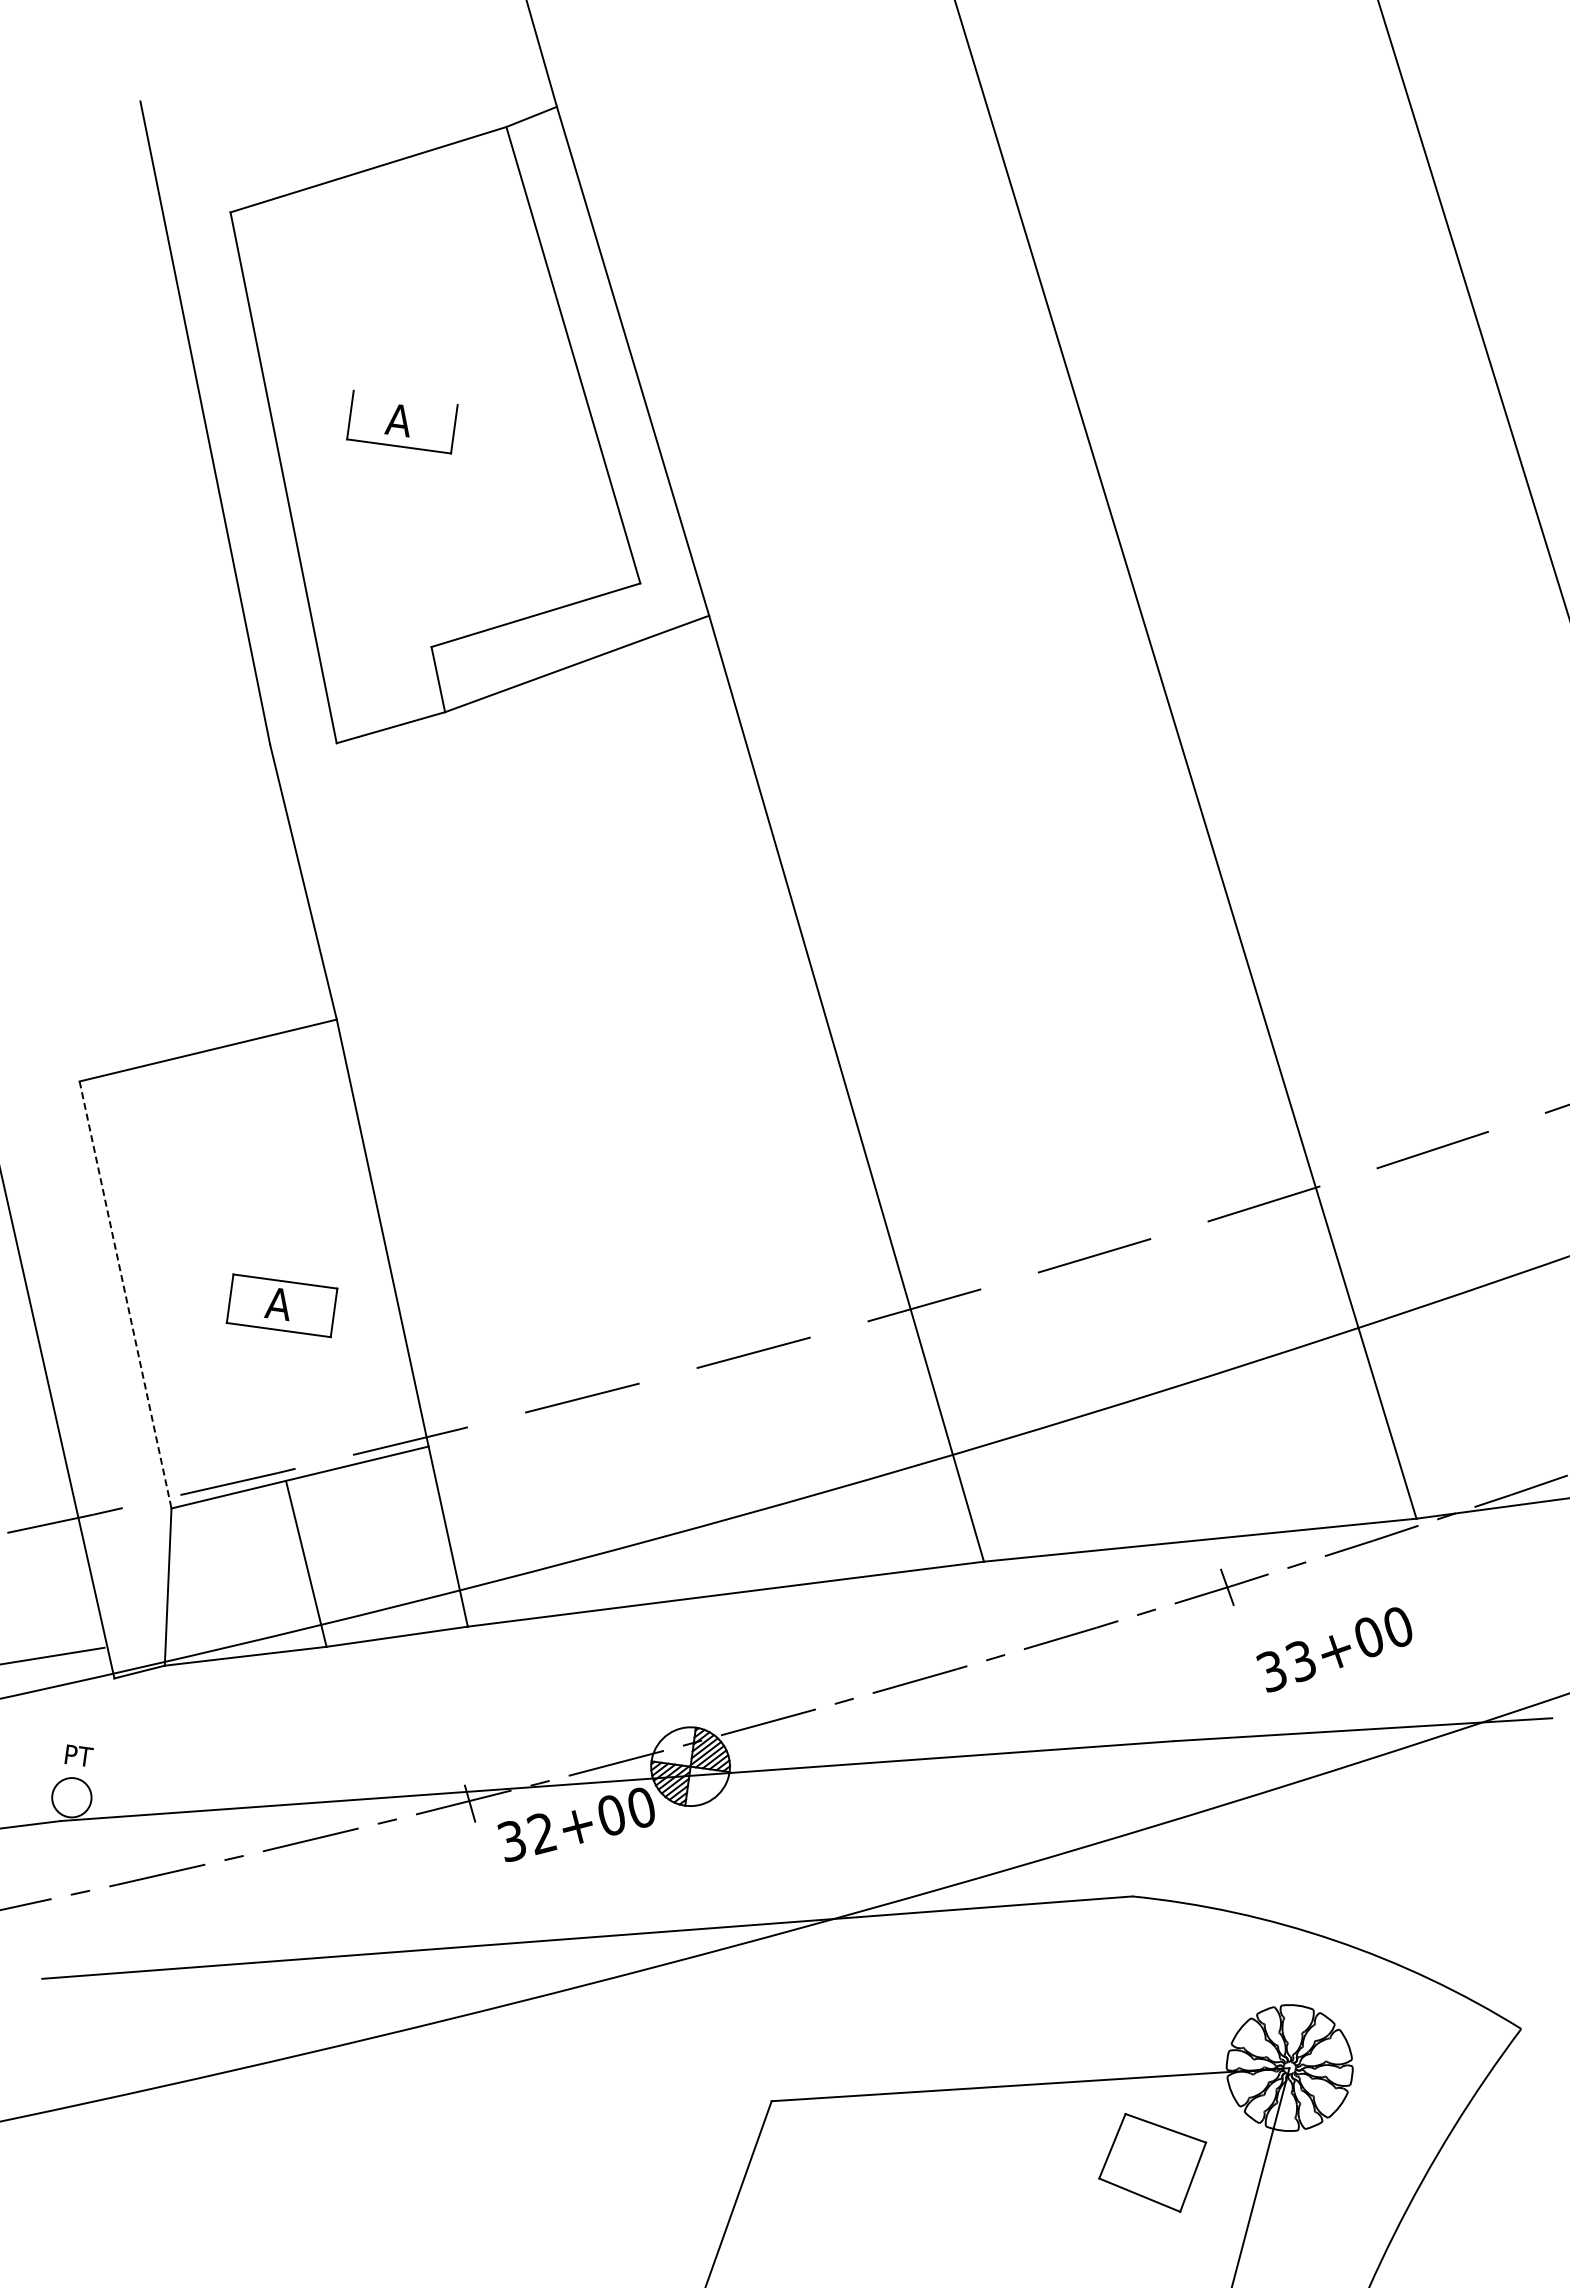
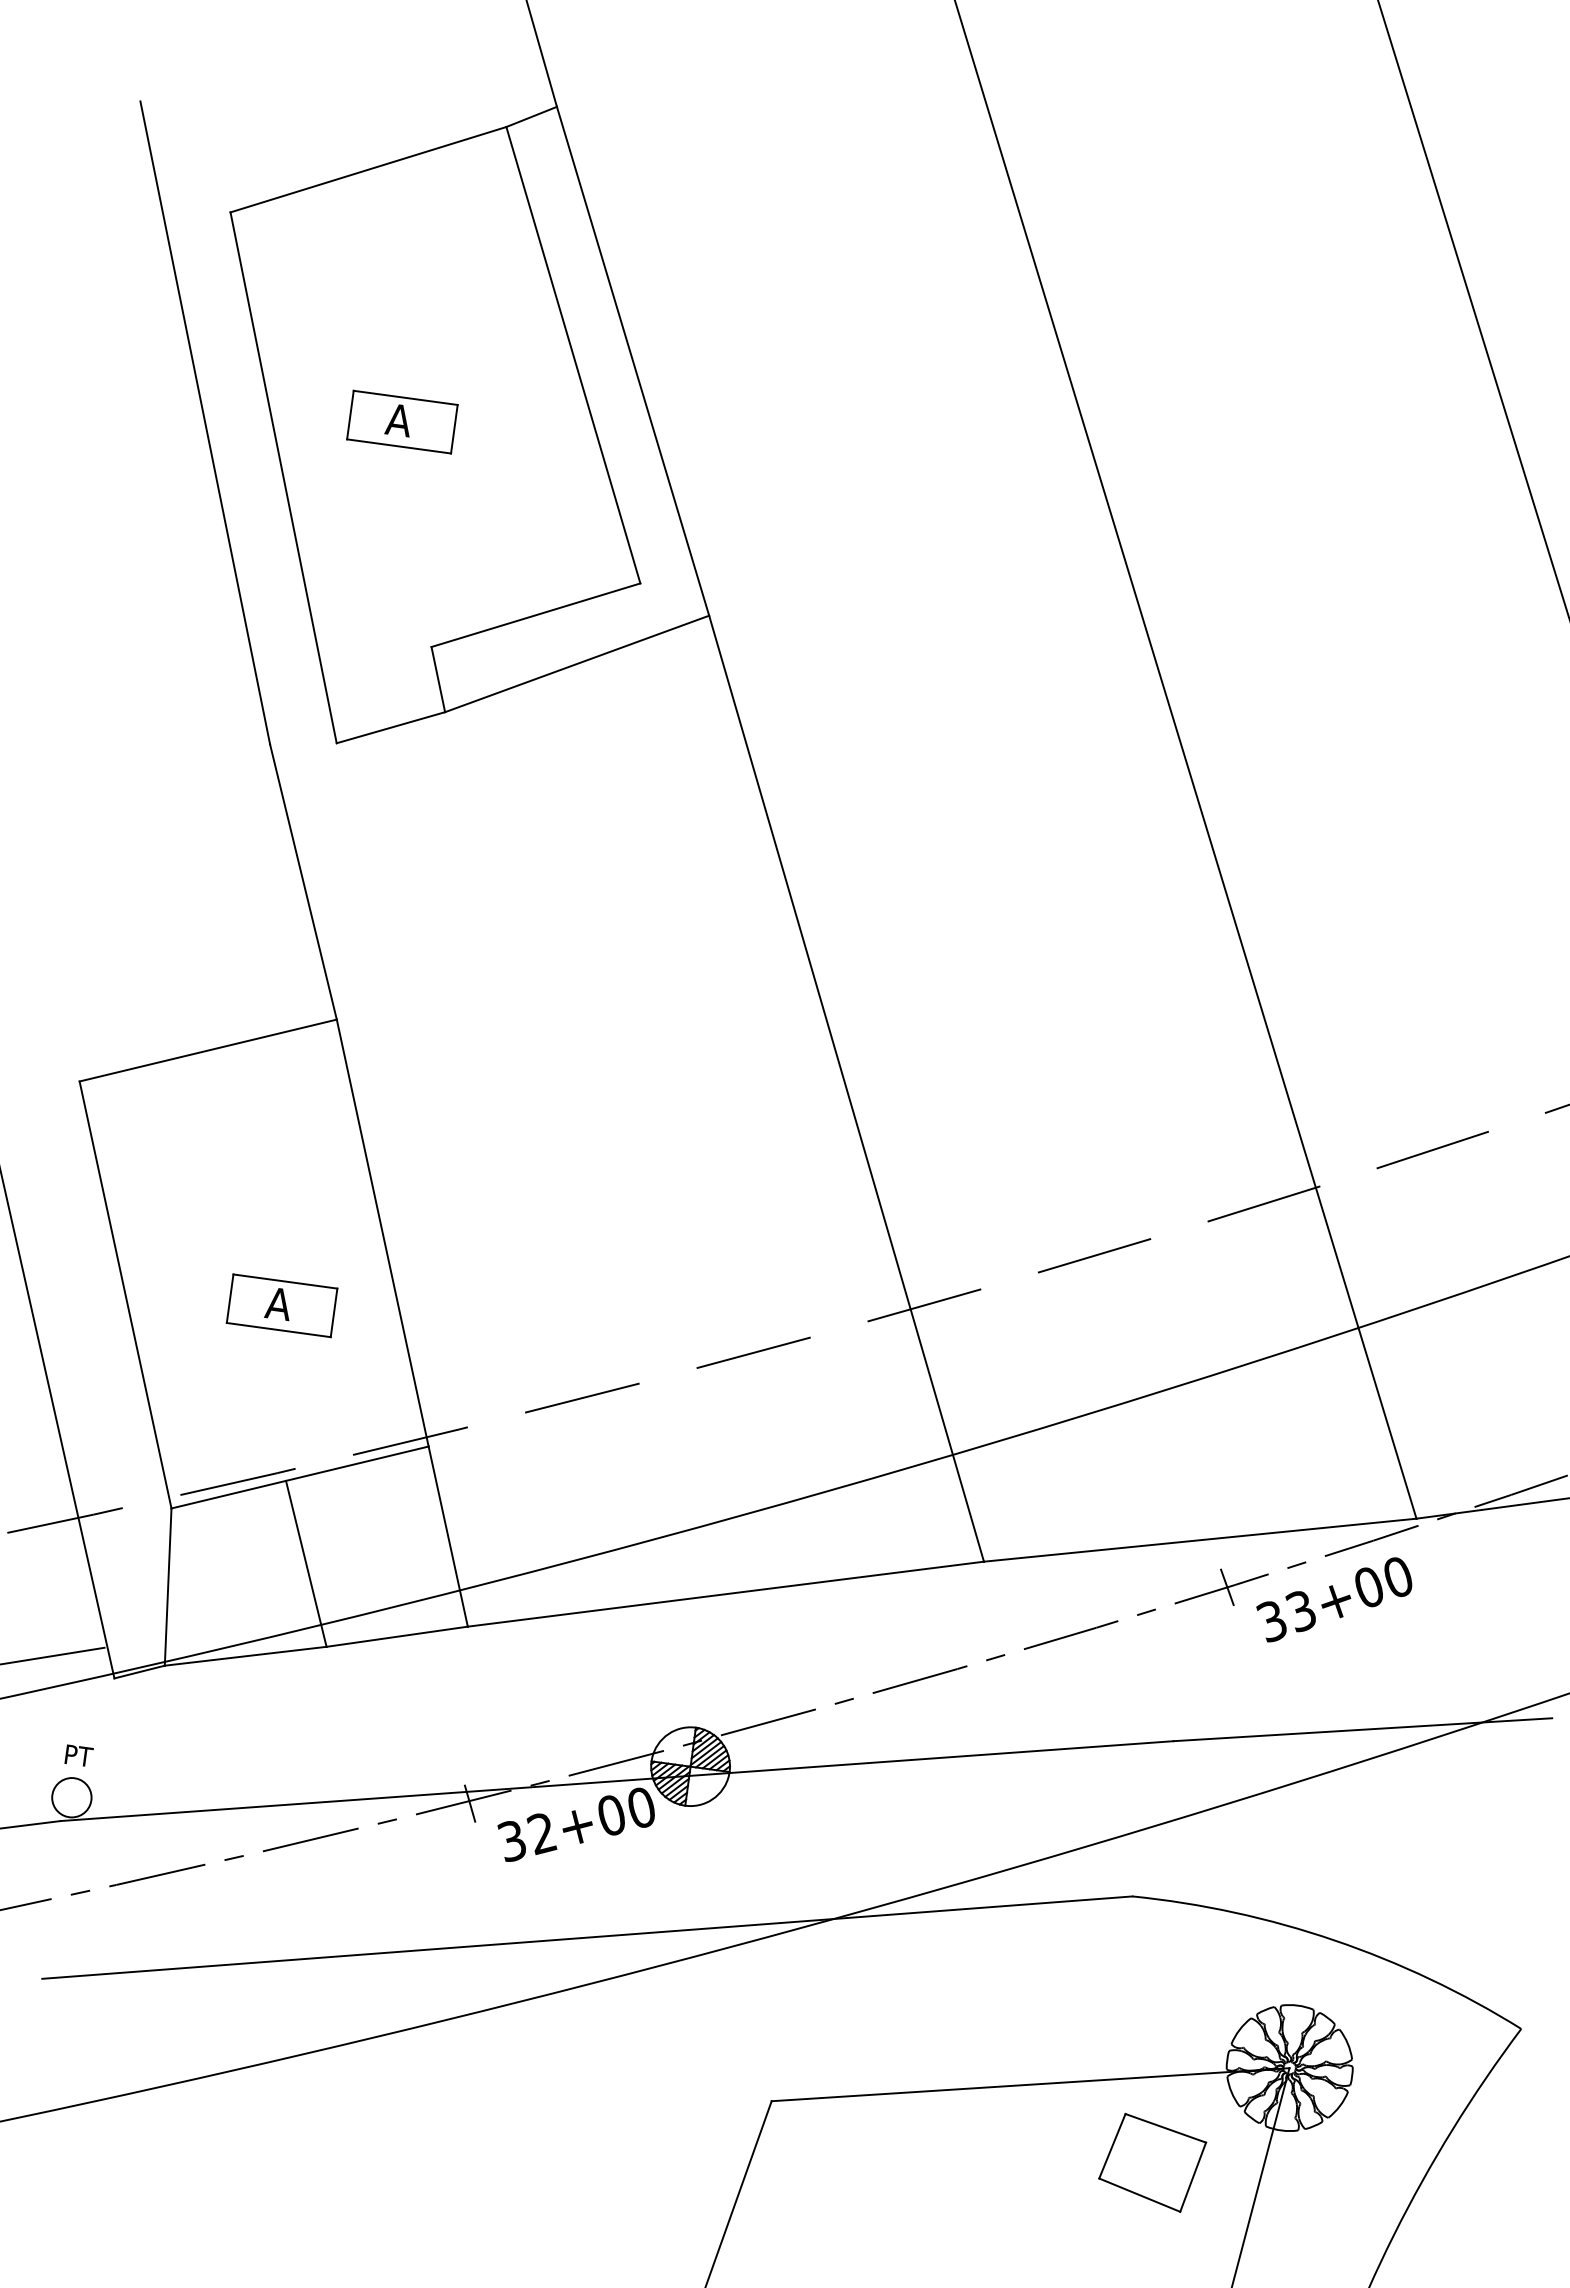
line at (405, 397): none -> present
line at (125, 1295): dashed -> solid
text at (1334, 1649) position: (1334, 1649) -> (1334, 1599)
